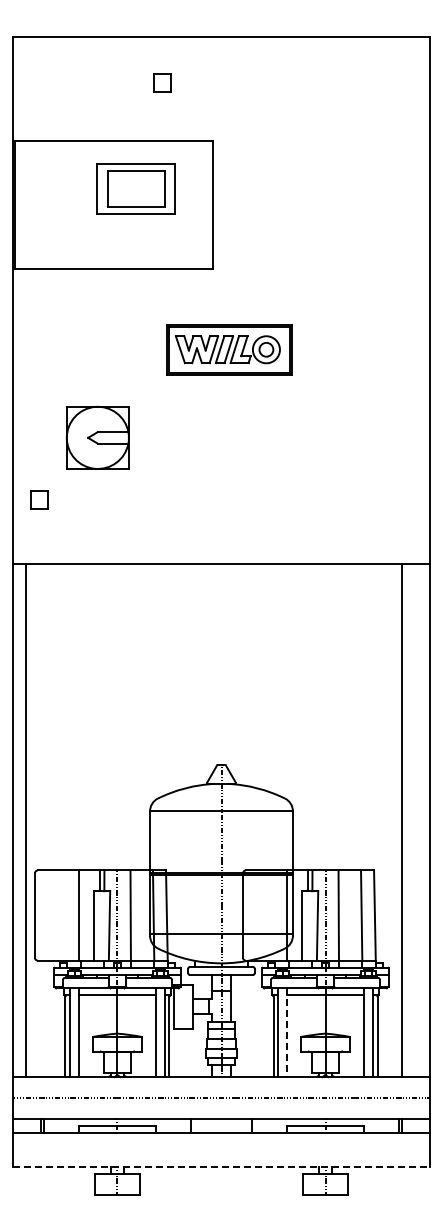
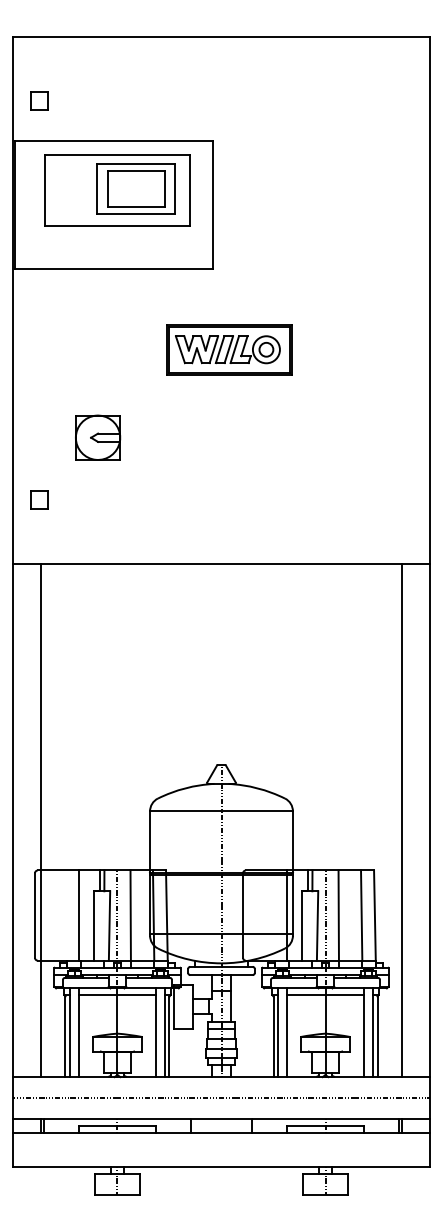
part at (162, 82) position: (162, 82) -> (39, 100)
part at (117, 190): none -> present
part at (97, 437) size: 65x65 px -> 47x47 px
line at (26, 820) position: (26, 820) -> (41, 820)
line at (286, 1033): dashed -> solid
line at (221, 1167): dashed -> solid
